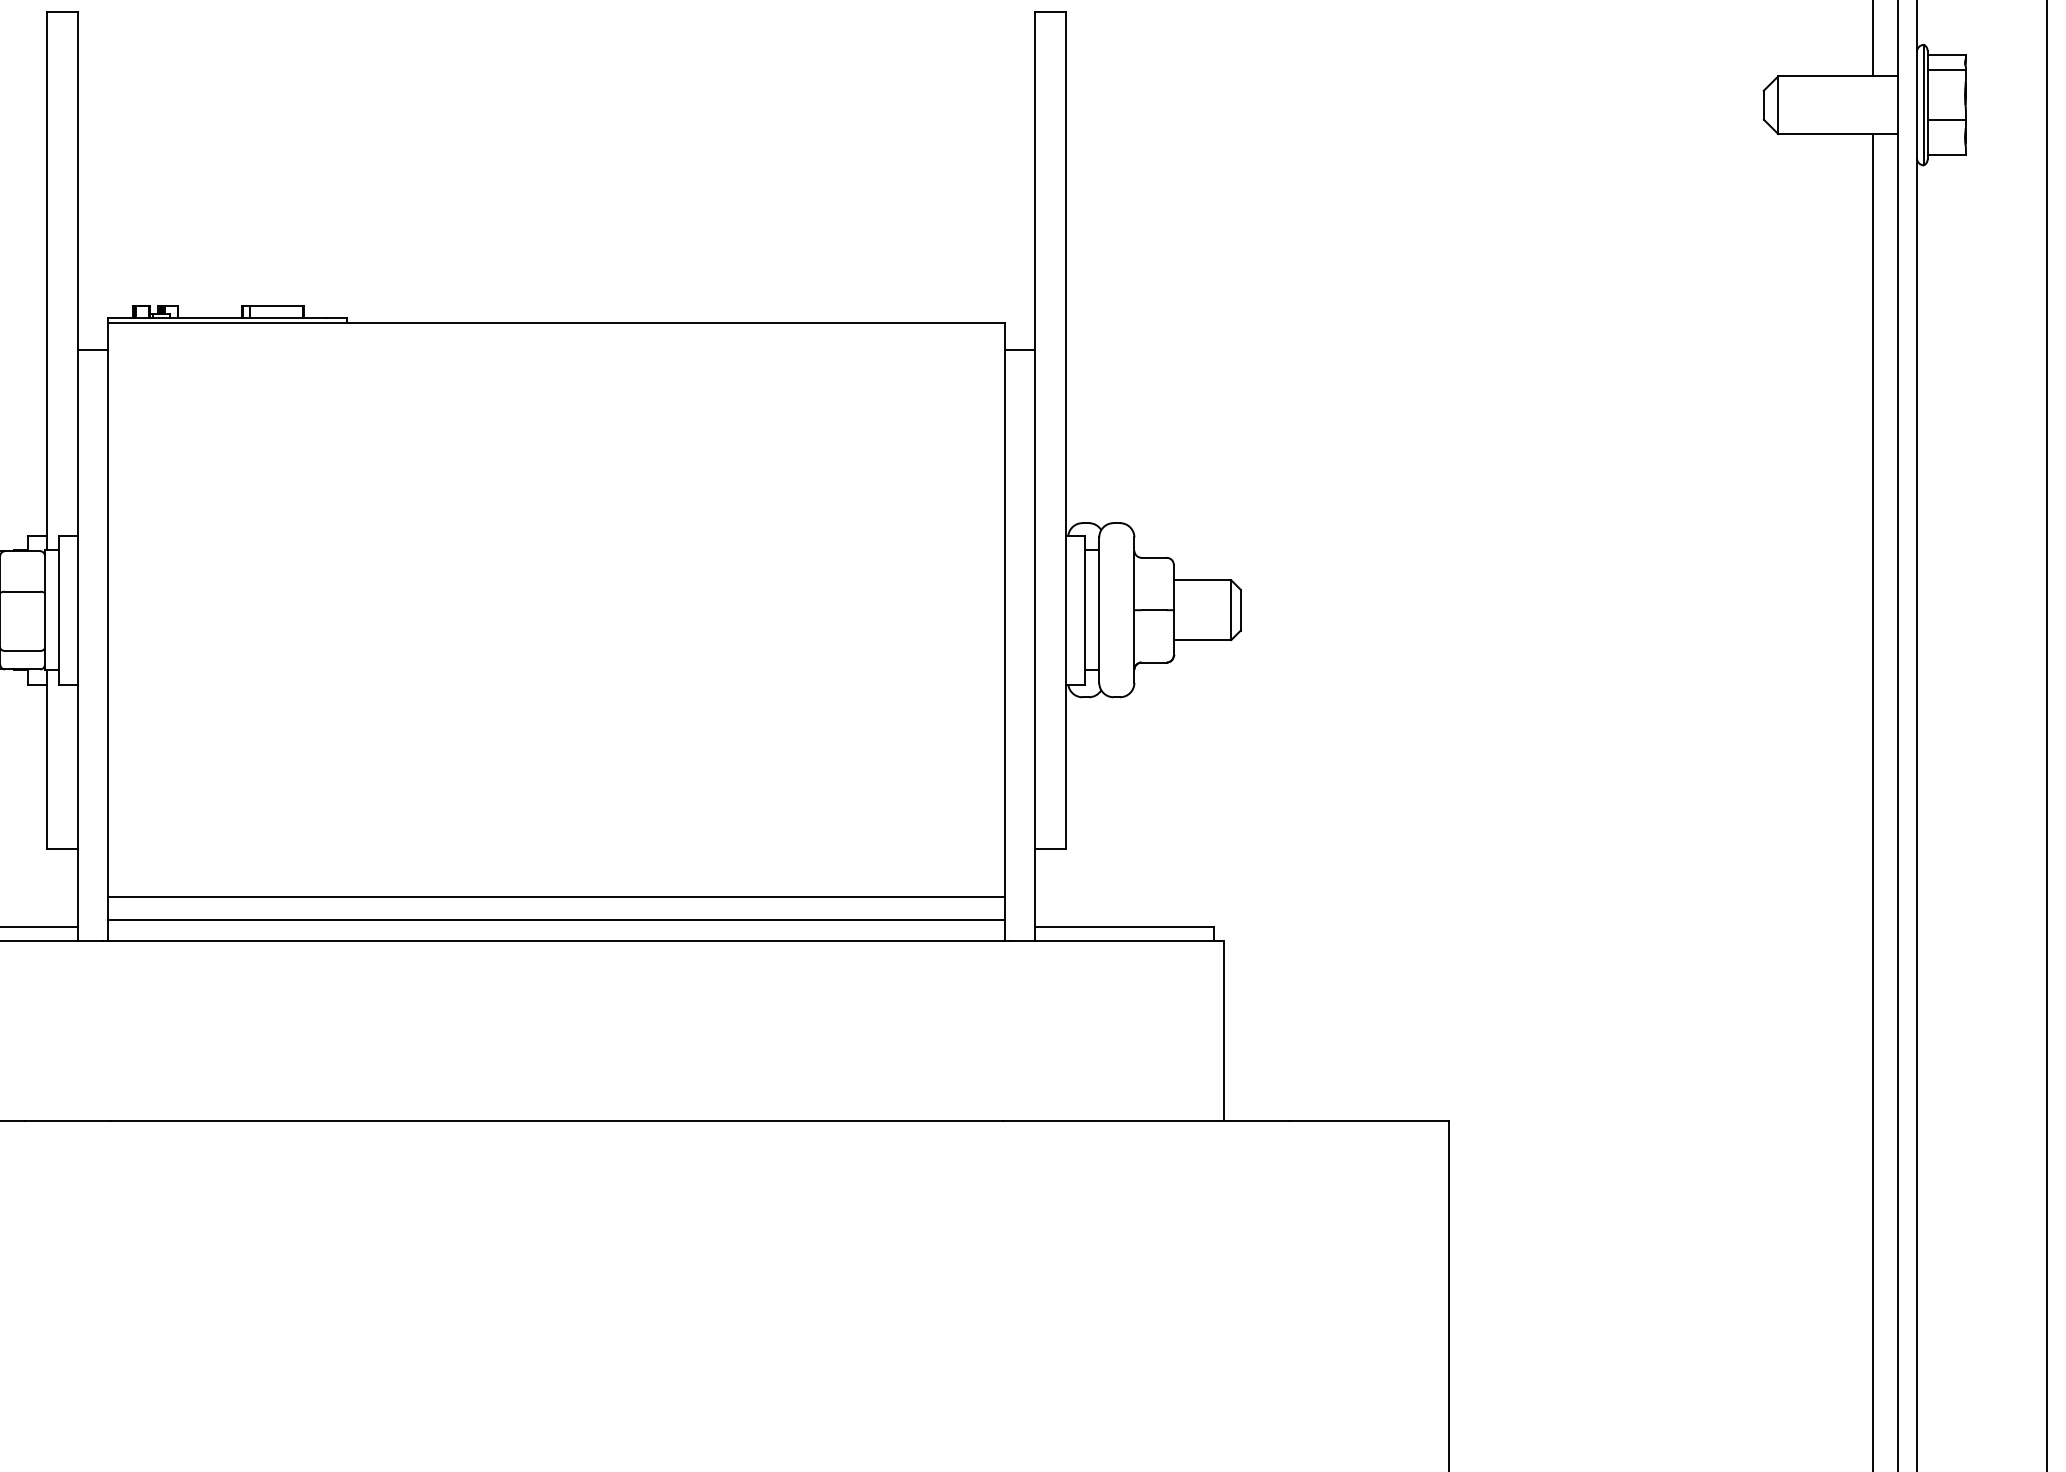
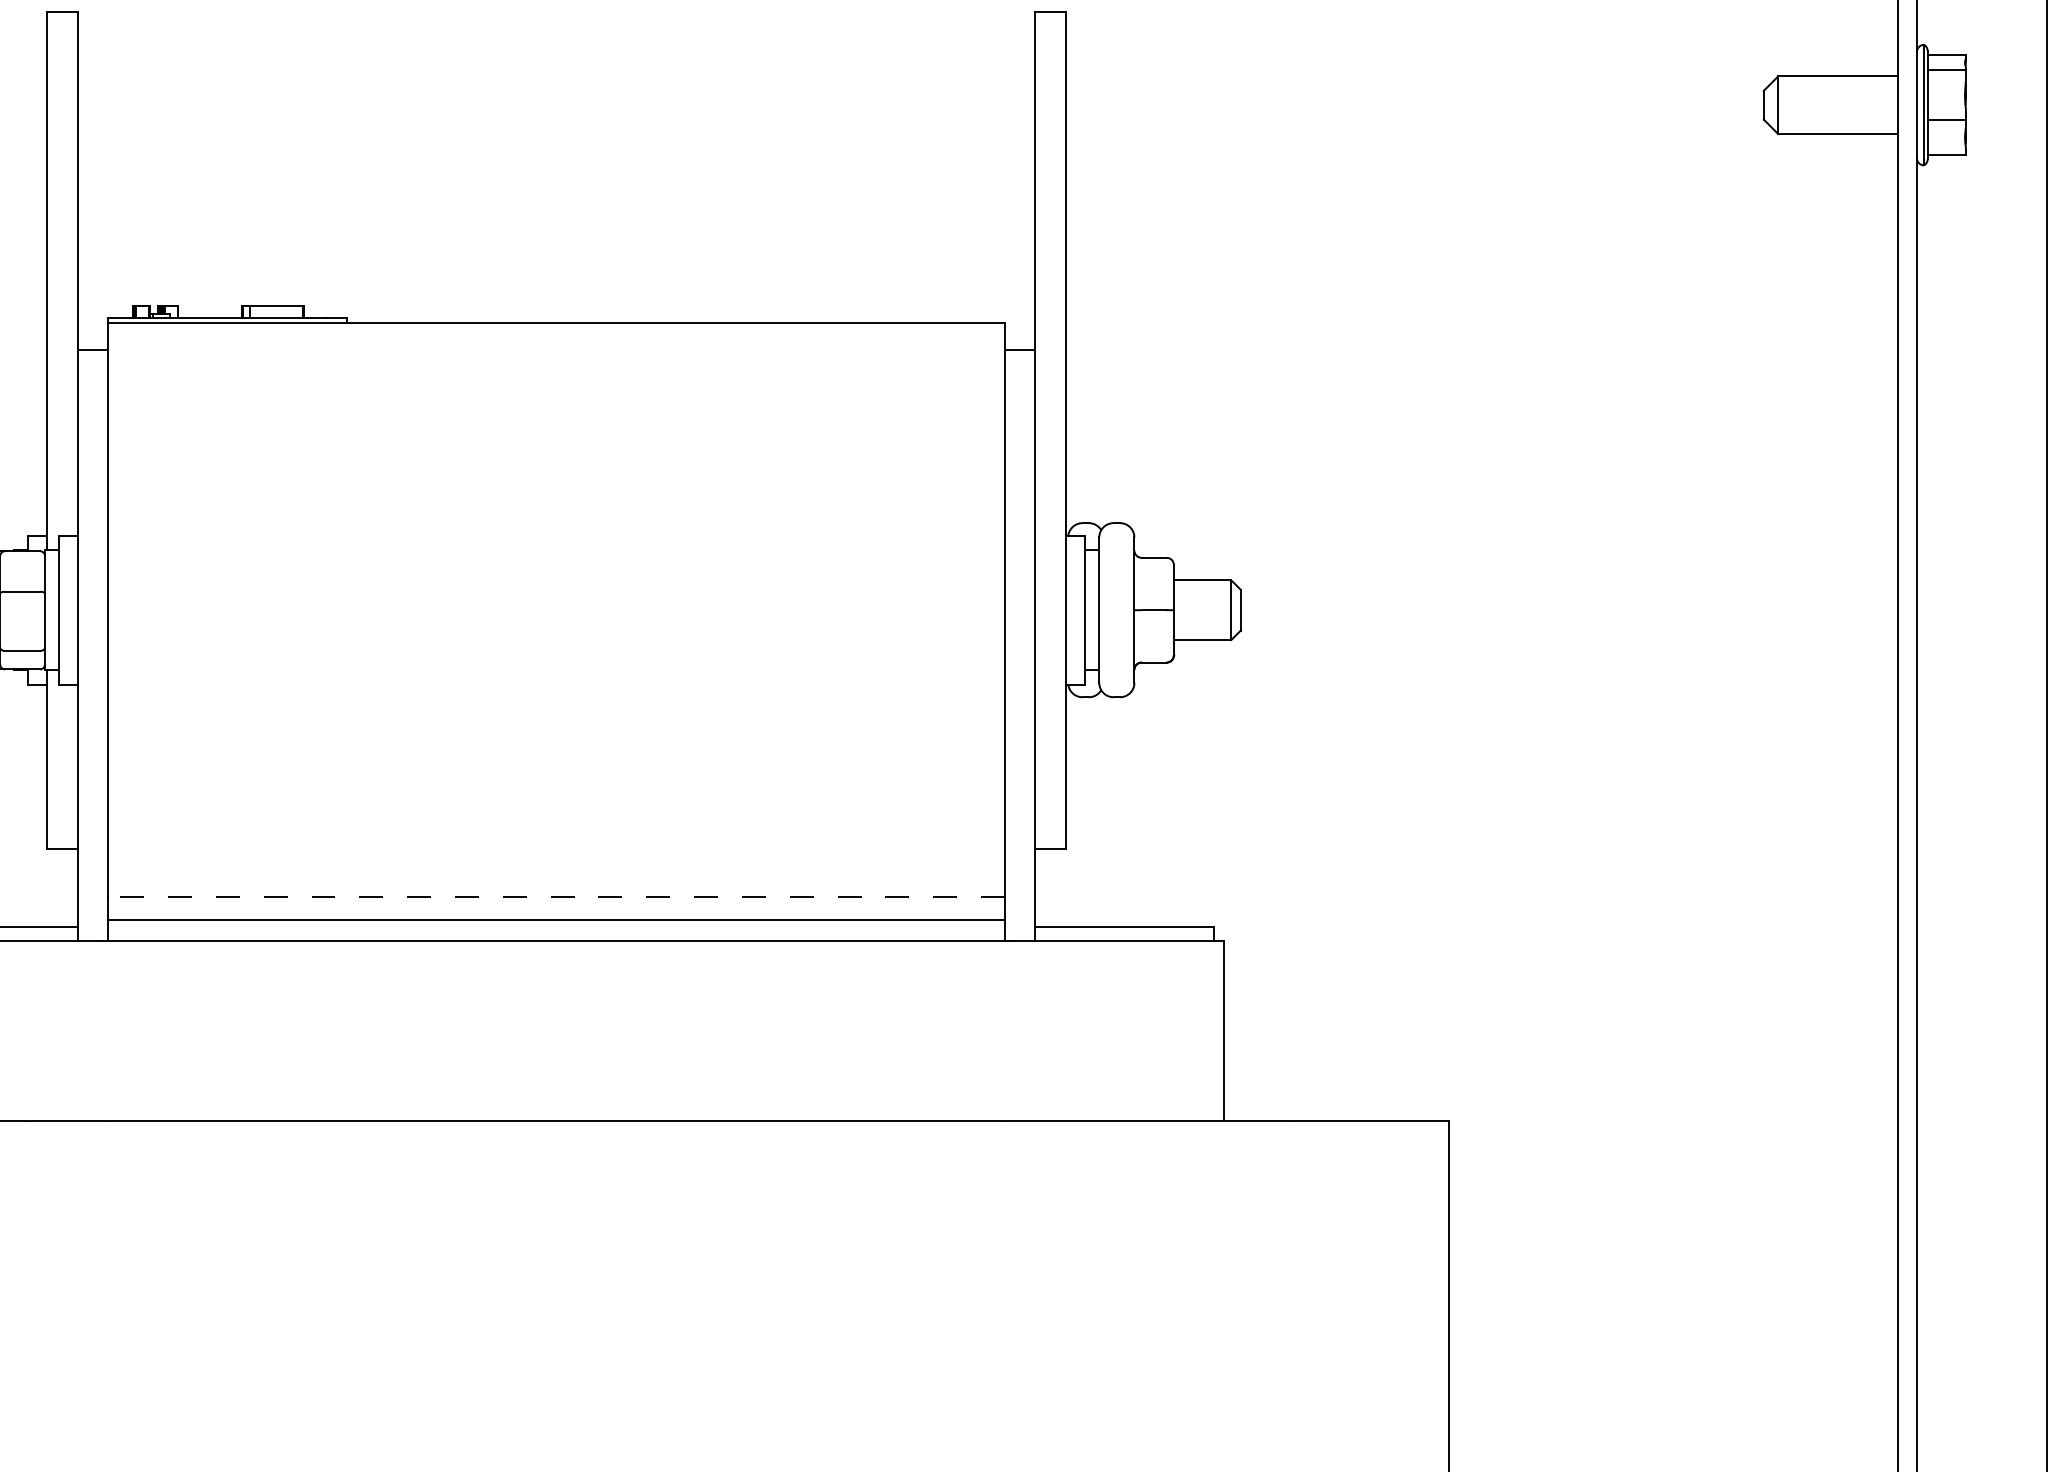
line at (1873, 39): present -> none
line at (1873, 801): present -> none
line at (556, 897): solid -> dashed
